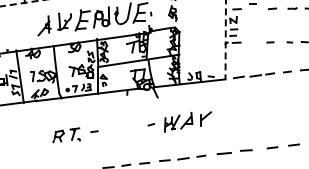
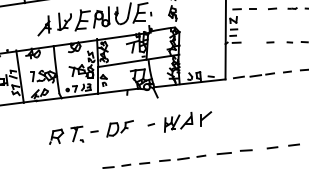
line at (21, 3): dashed -> solid
line at (252, 3) position: (252, 3) -> (252, 8)
line at (225, 39): dashed -> solid
part at (119, 128): none -> present
part at (66, 135) size: 29x17 px -> 36x20 px
